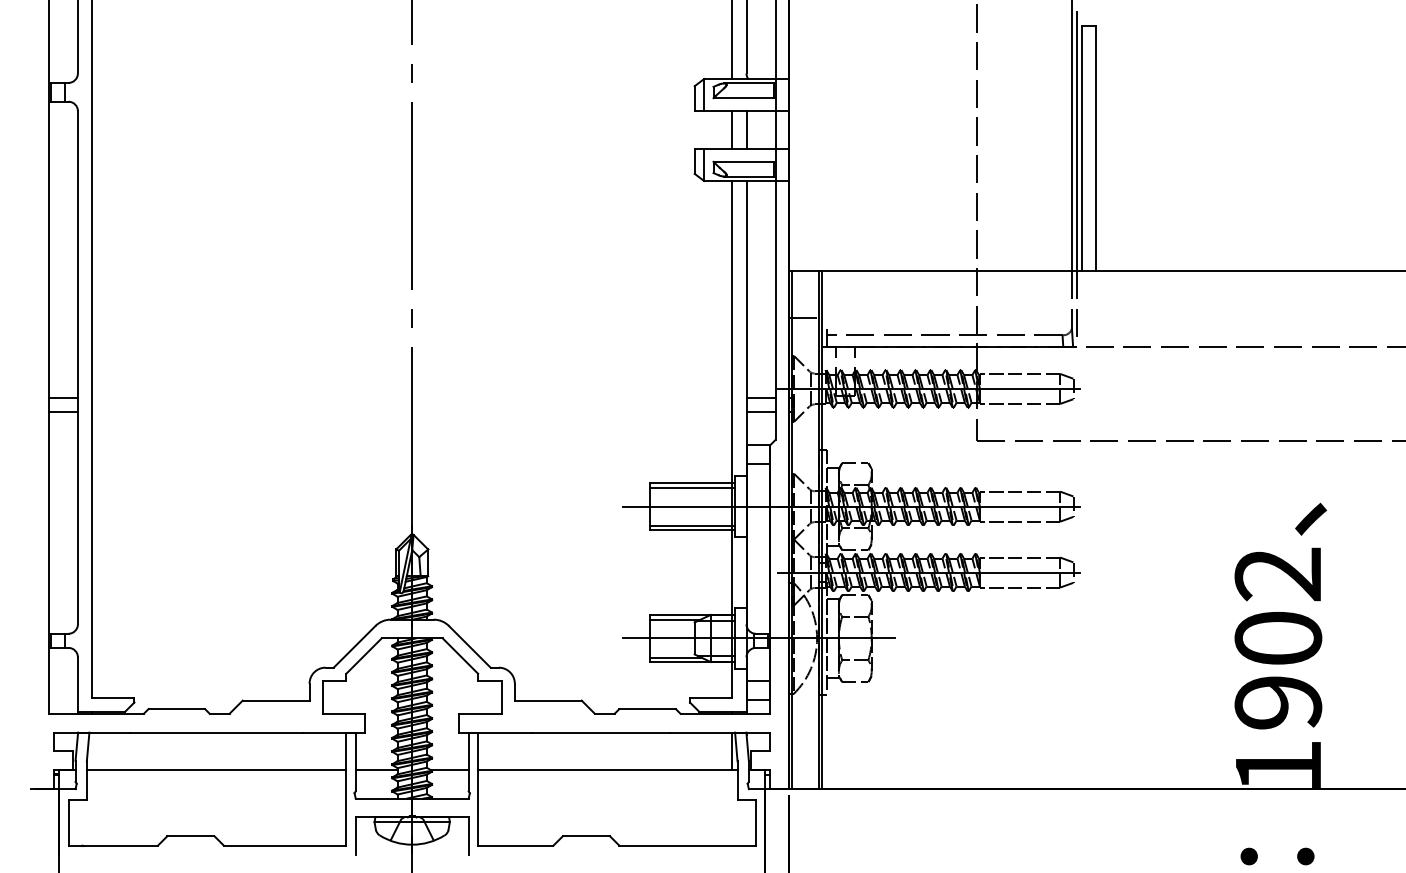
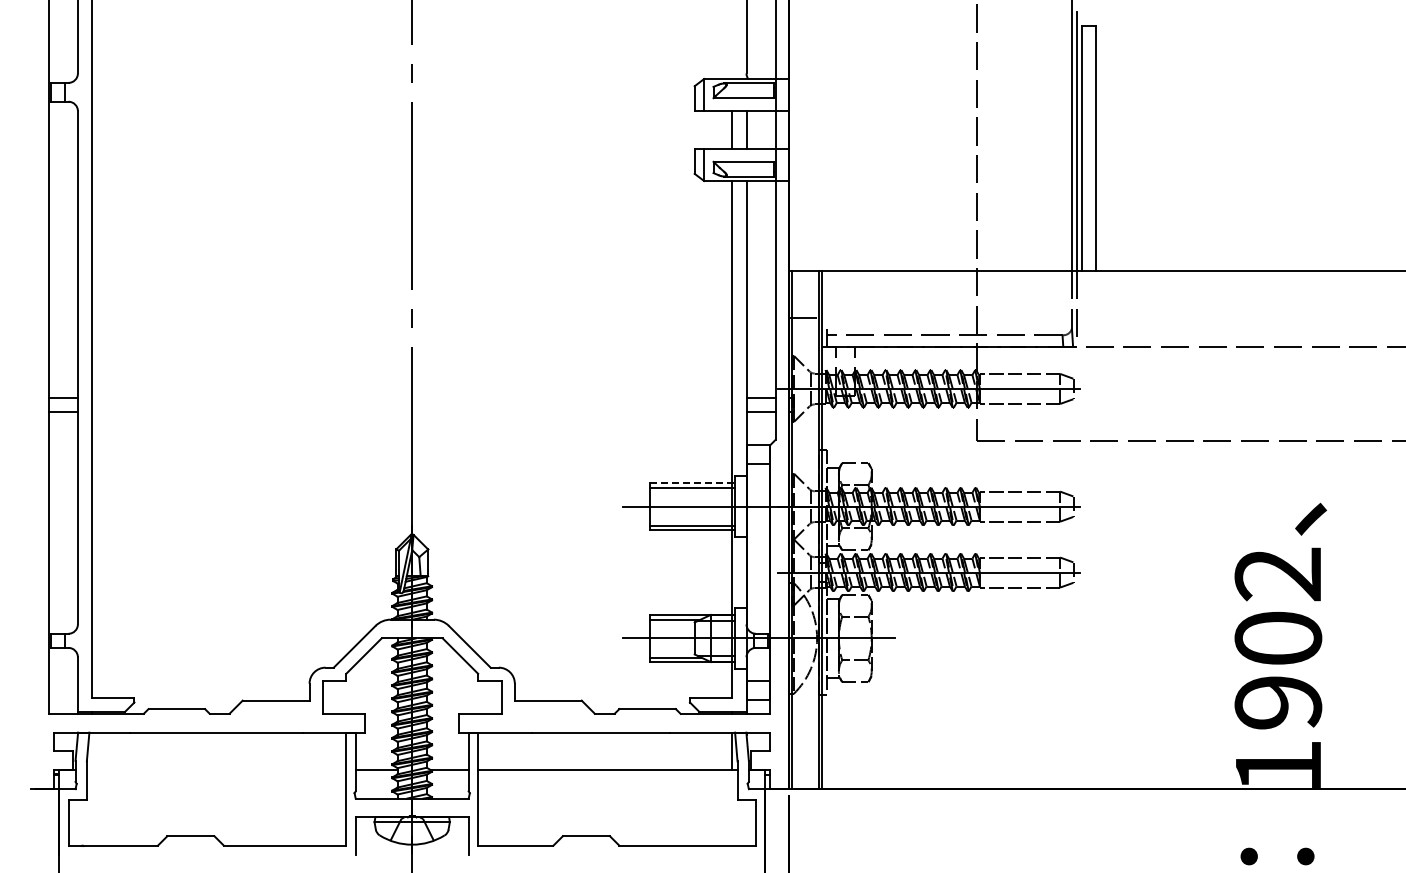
line at (732, 40): present -> none
line at (693, 483): solid -> dashed
line at (216, 770): present -> none
